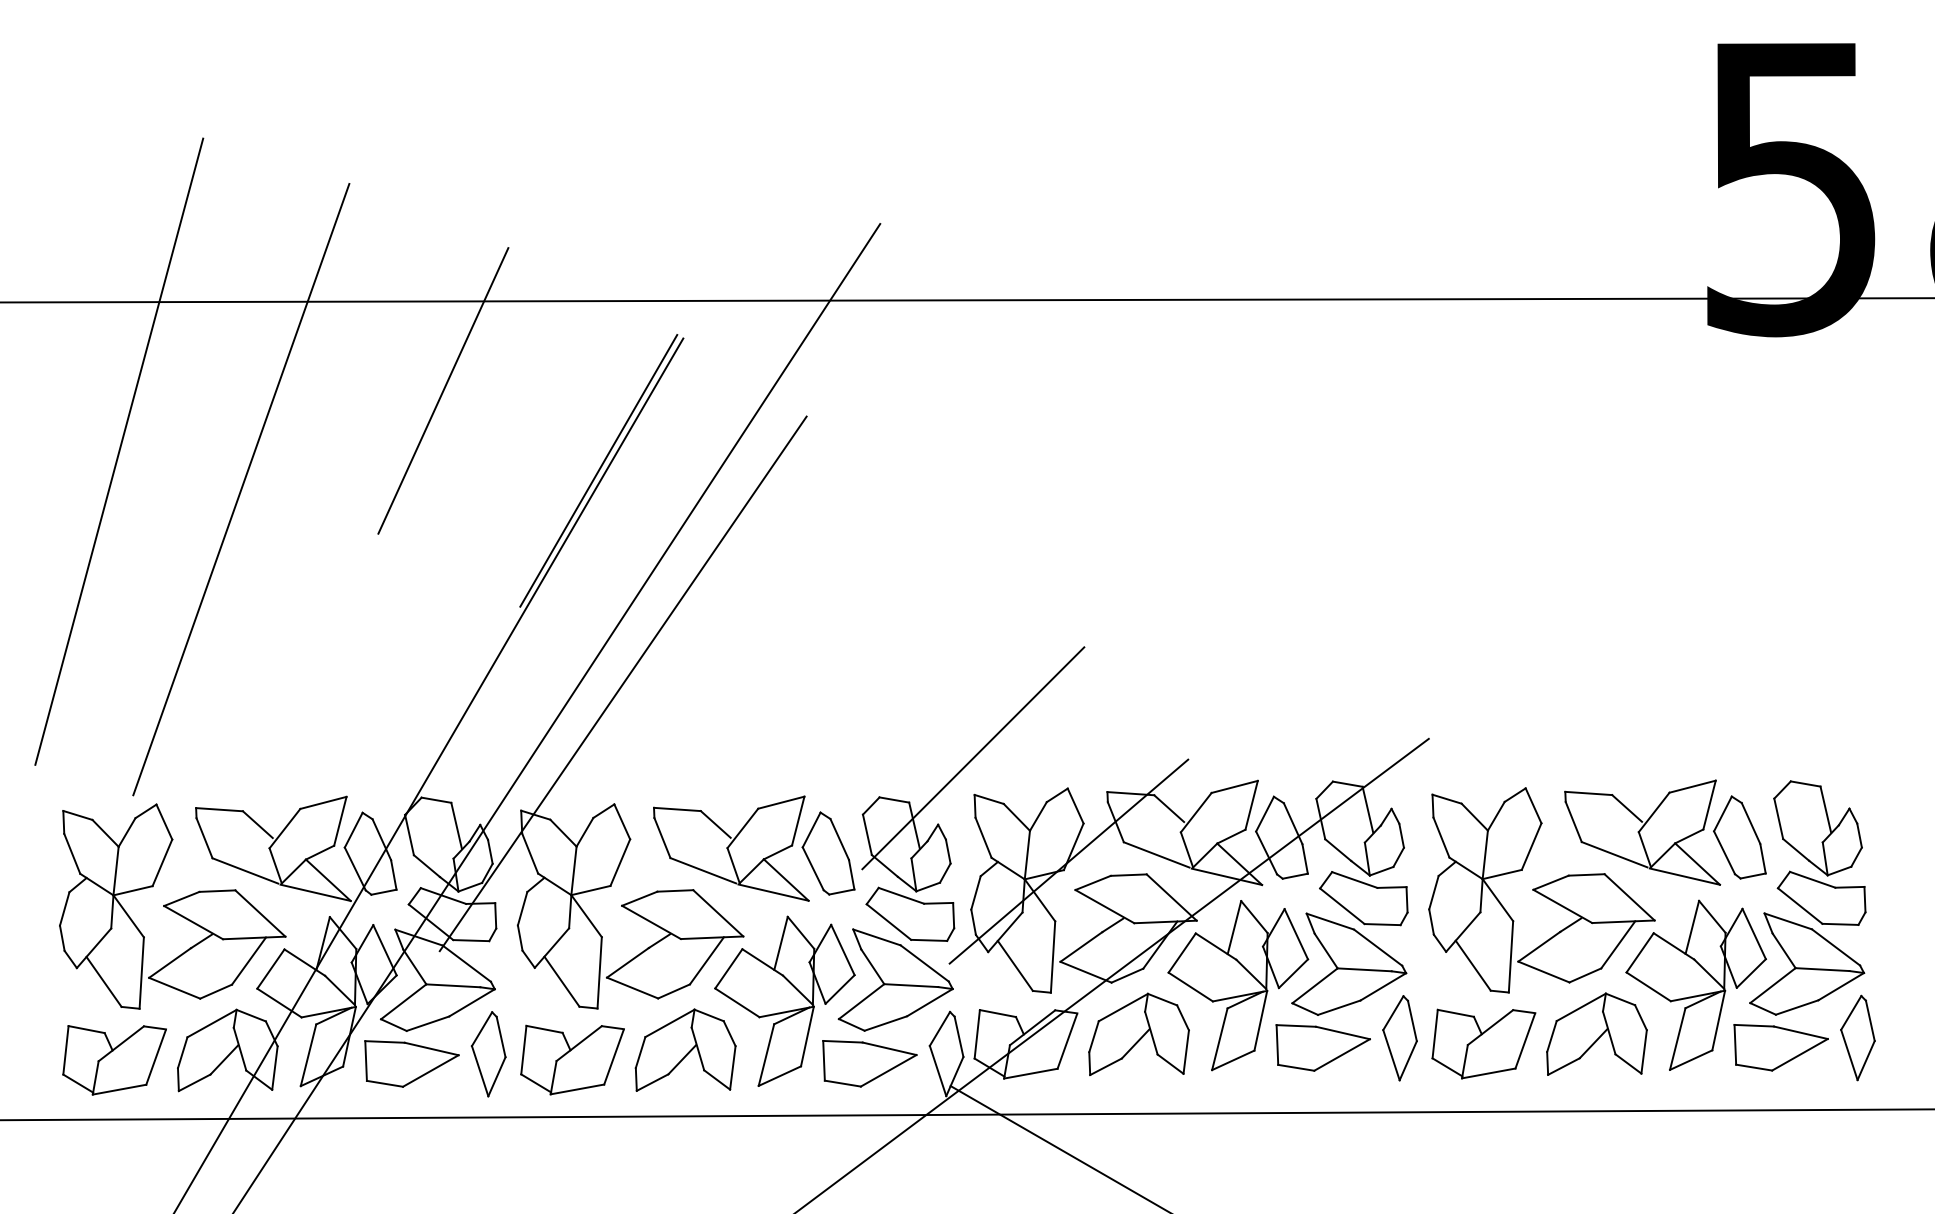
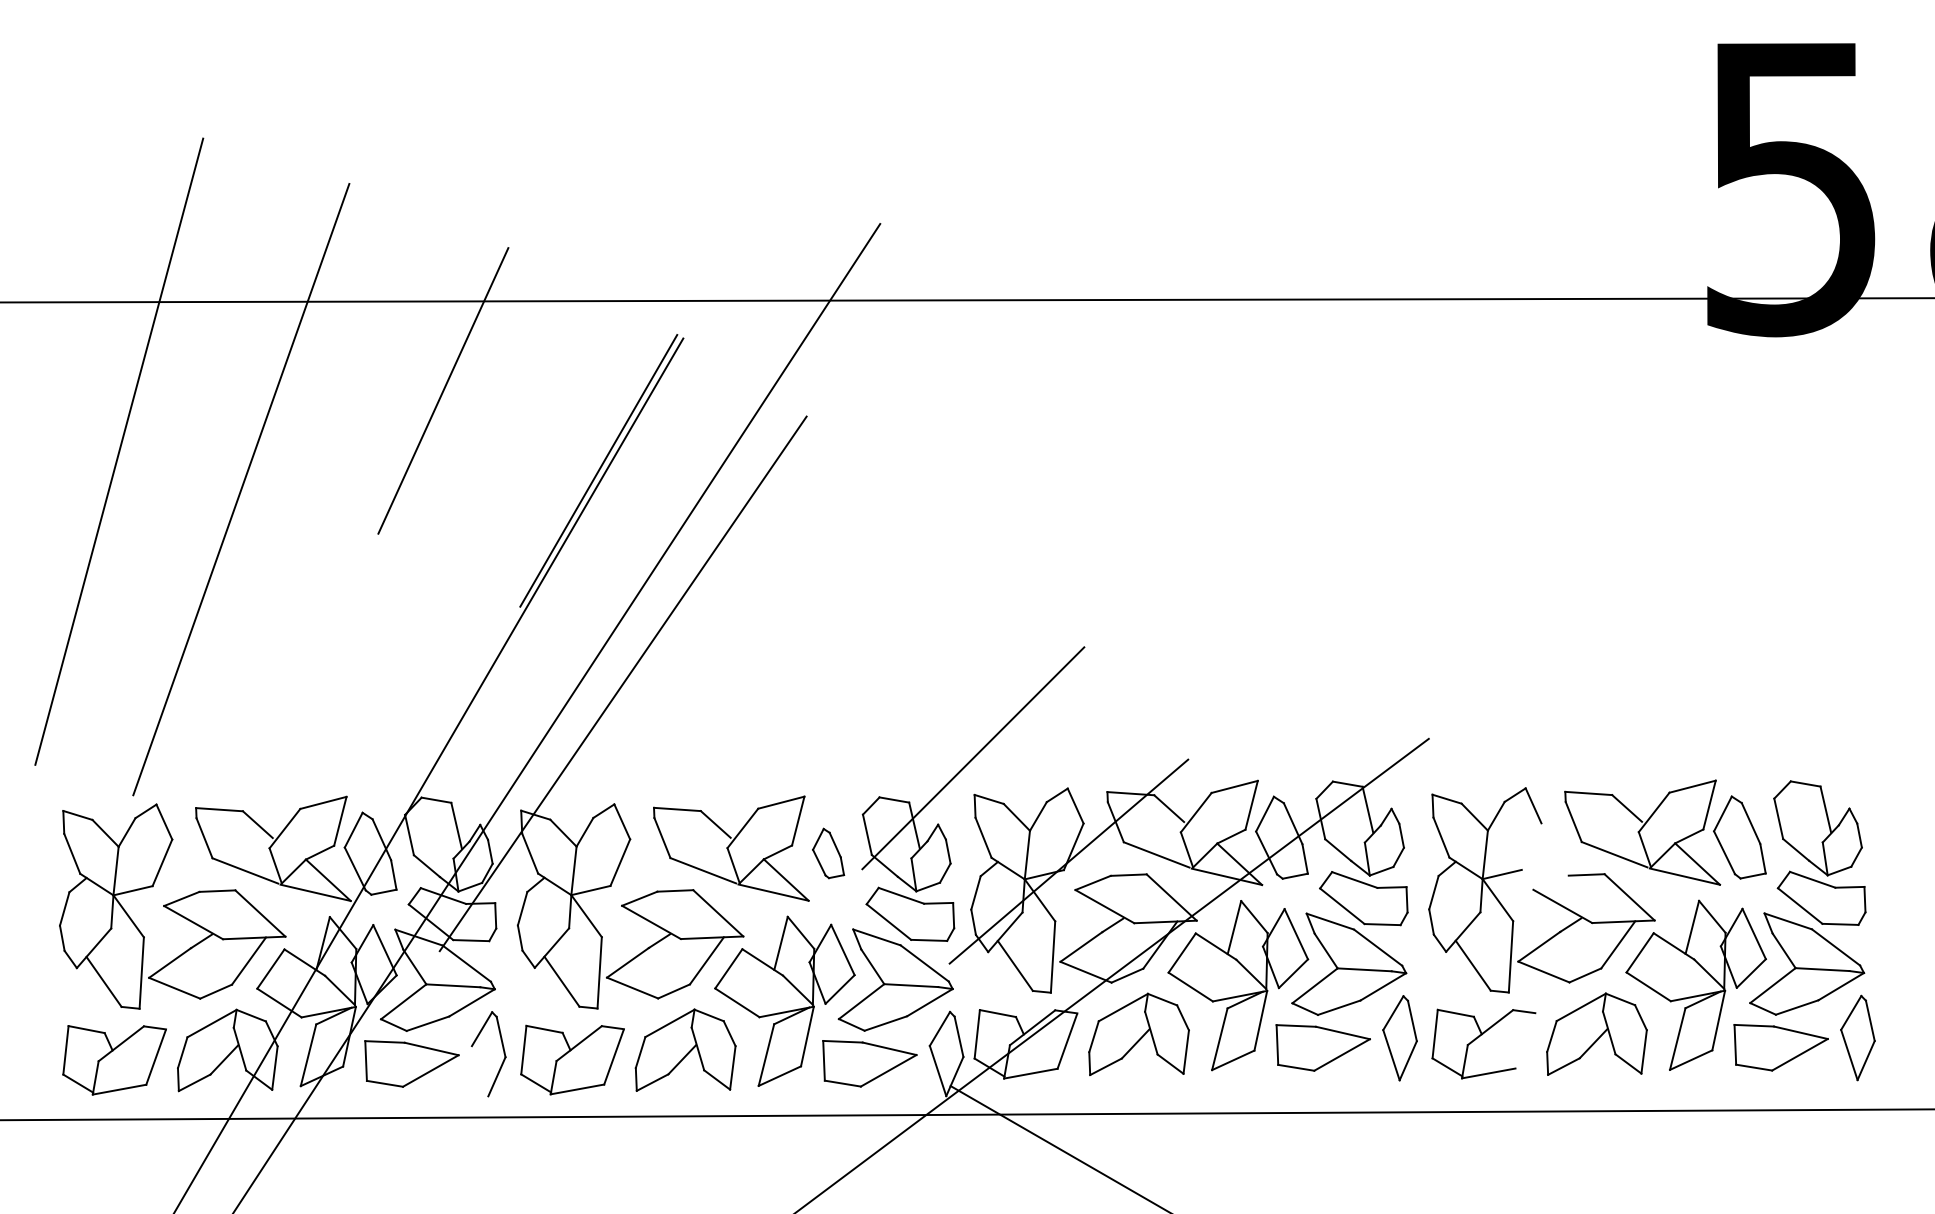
line at (1531, 846): present -> none
part at (828, 853) size: 55x85 px -> 34x53 px
line at (1550, 882): present -> none
line at (1524, 1041): present -> none
line at (479, 1071): present -> none
